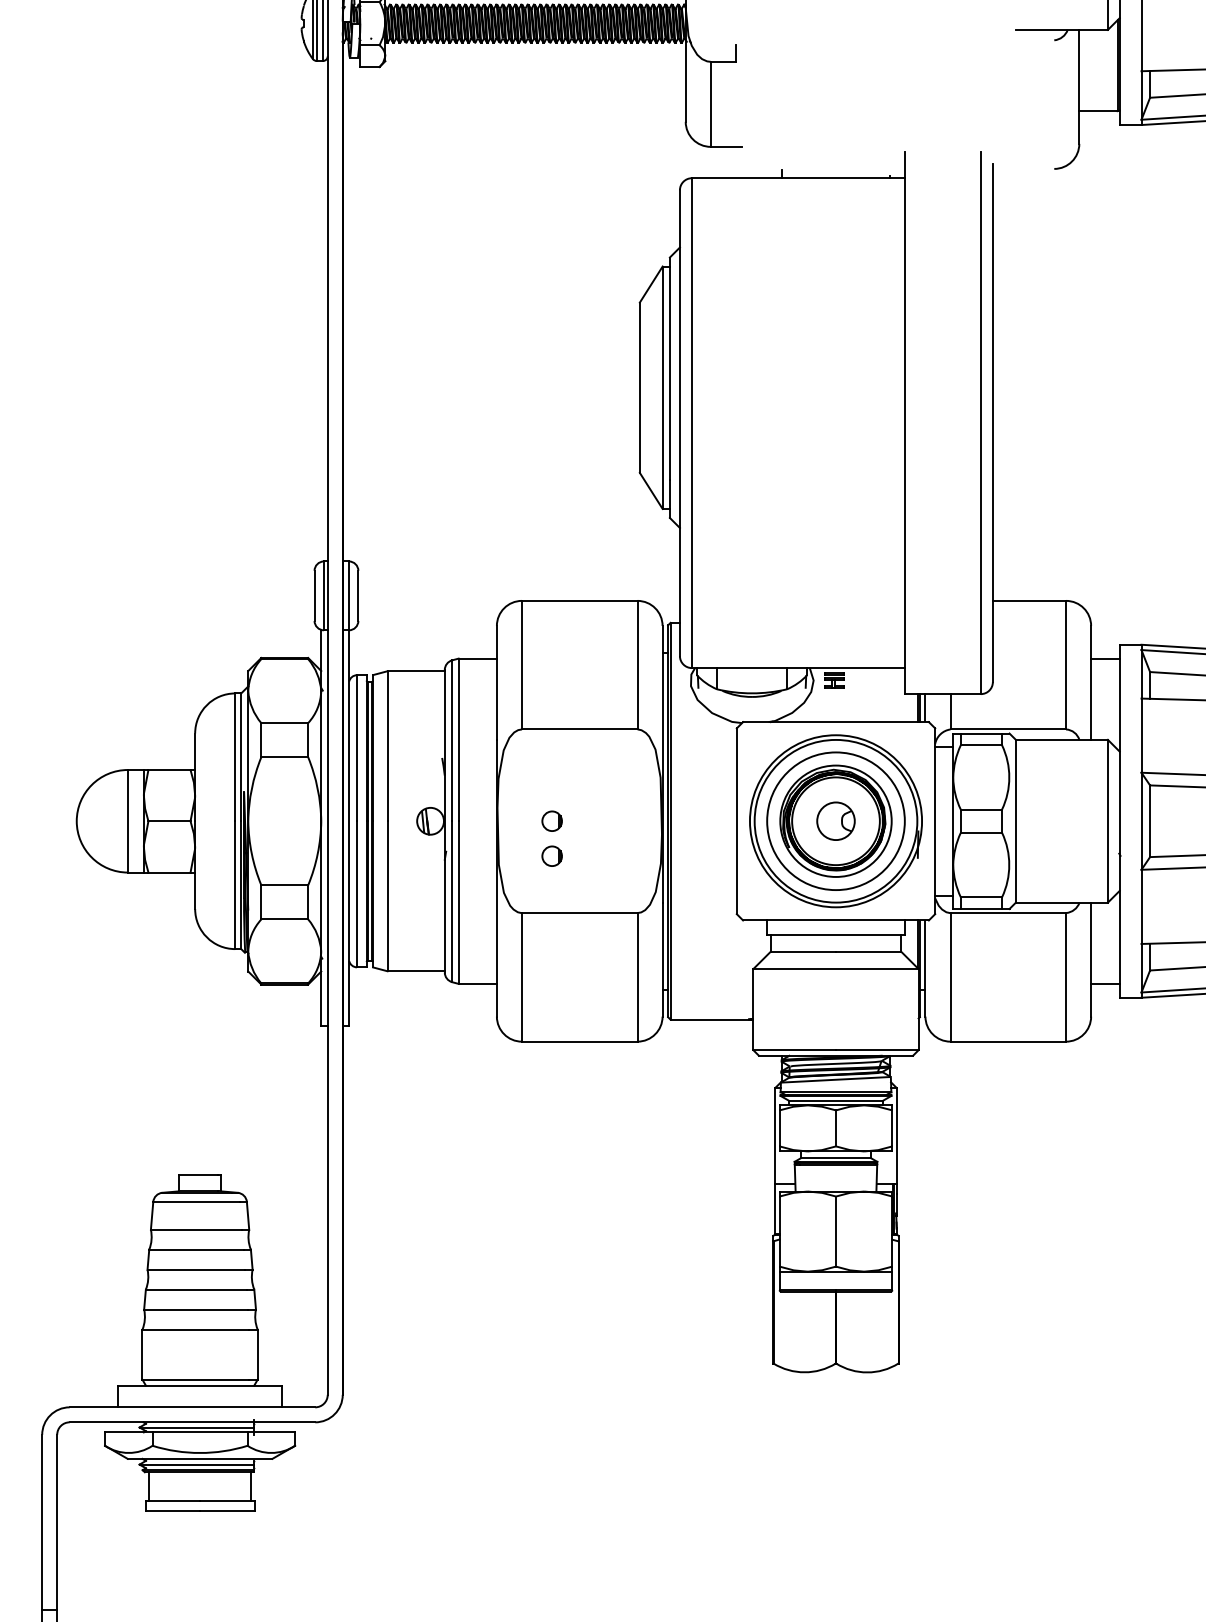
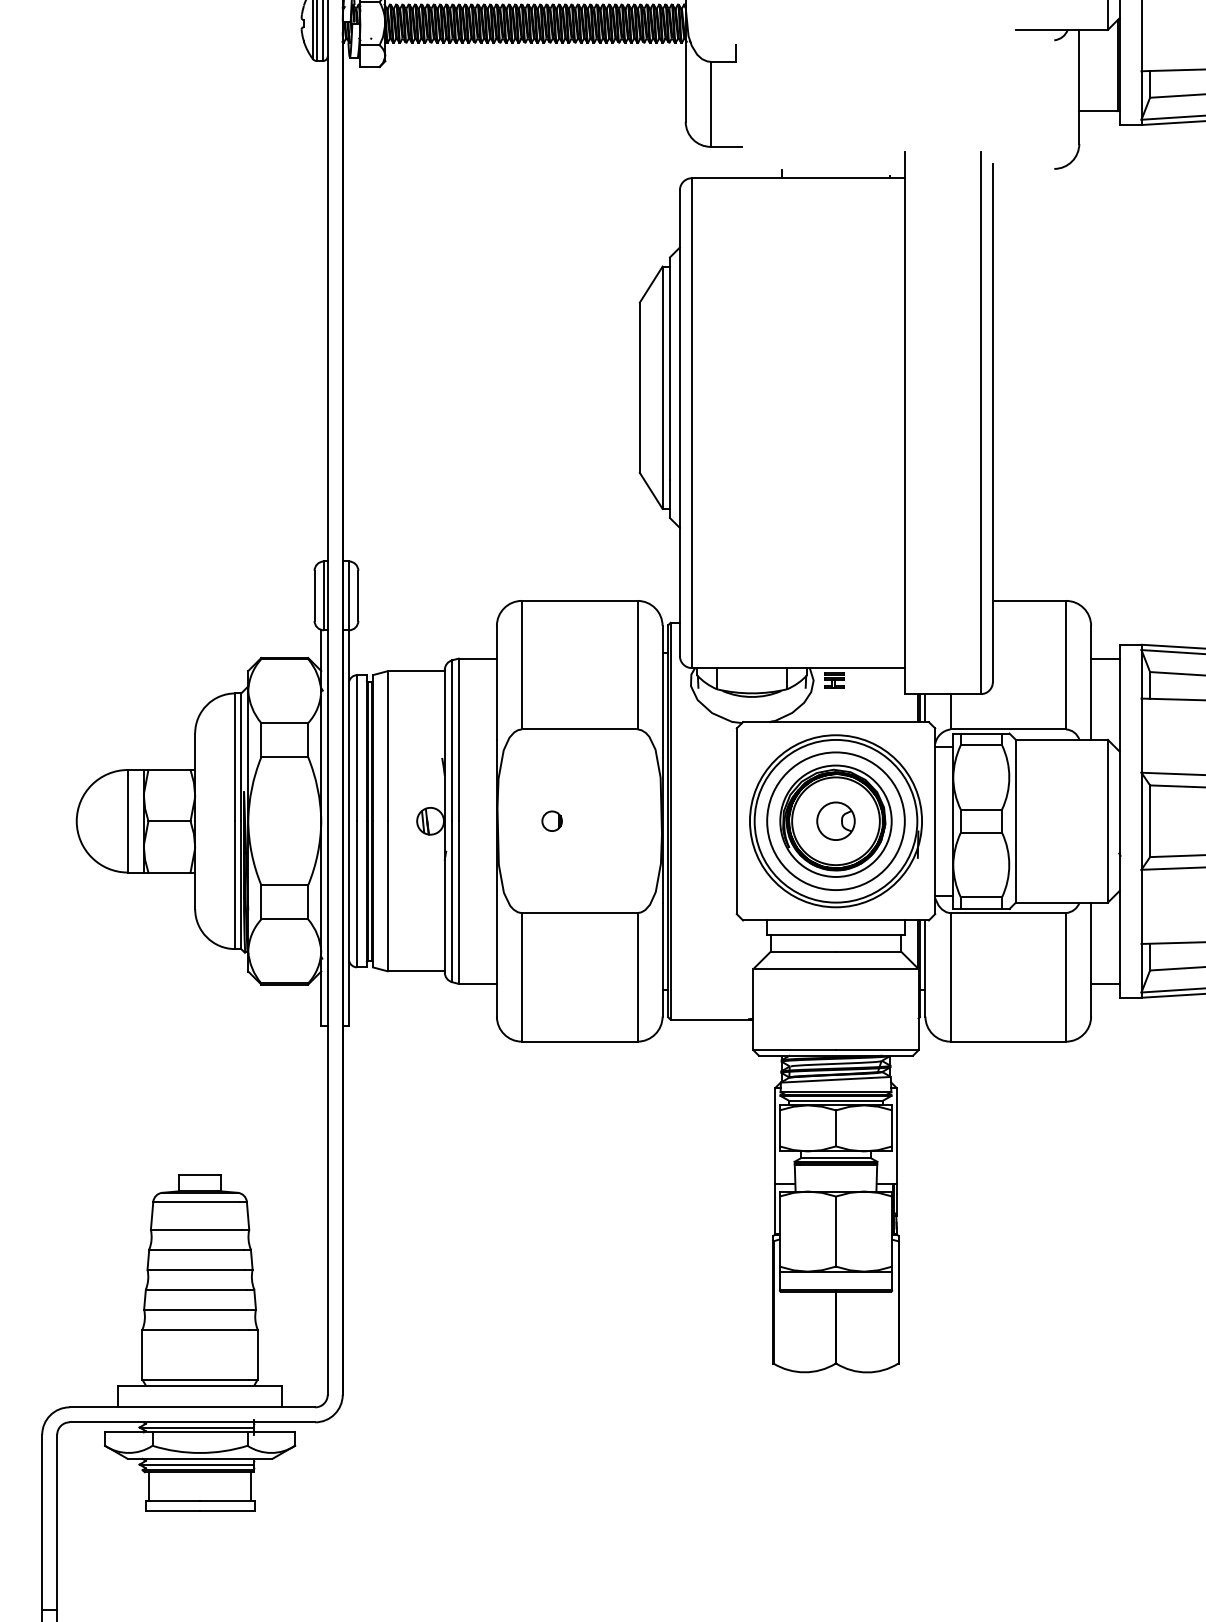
part at (551, 855): present -> none
